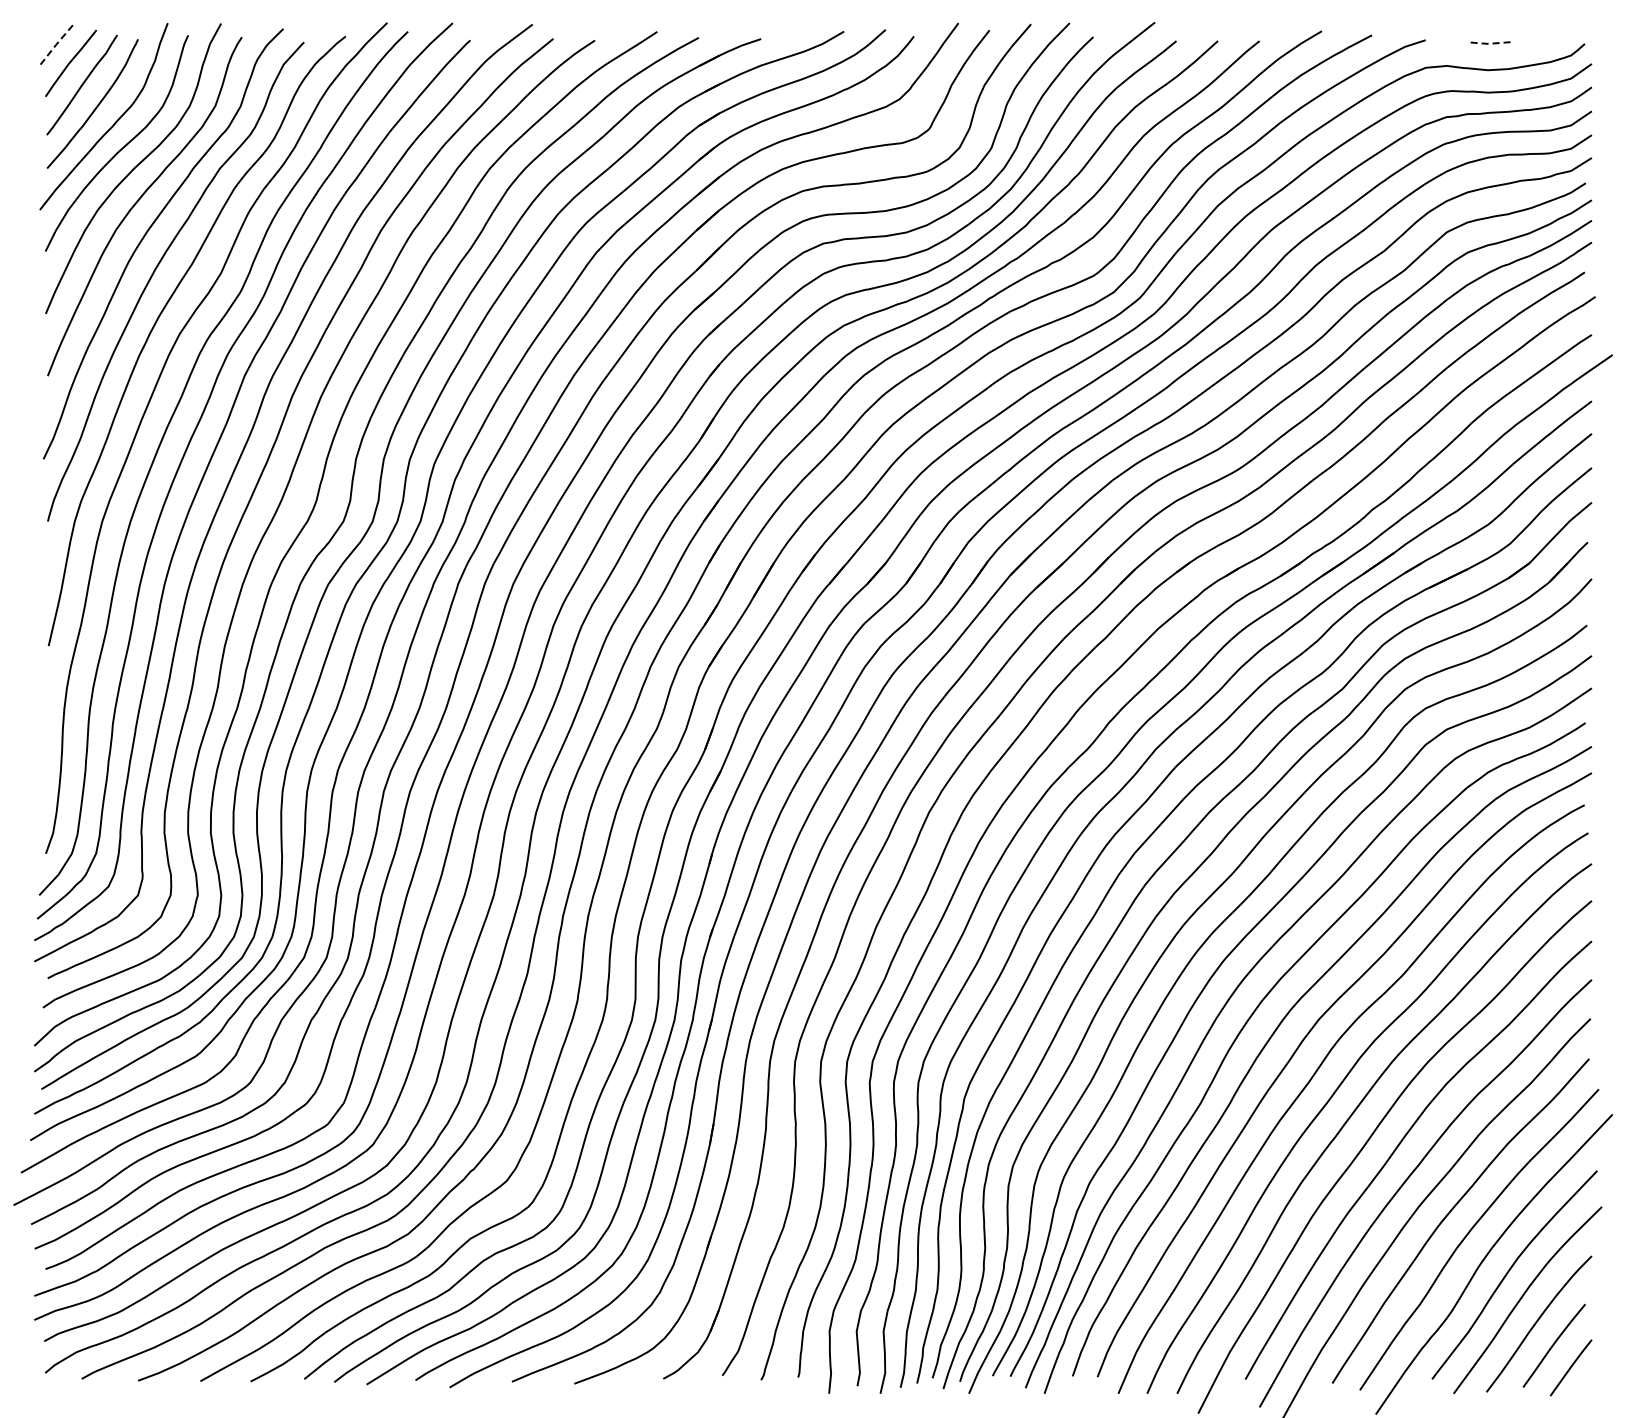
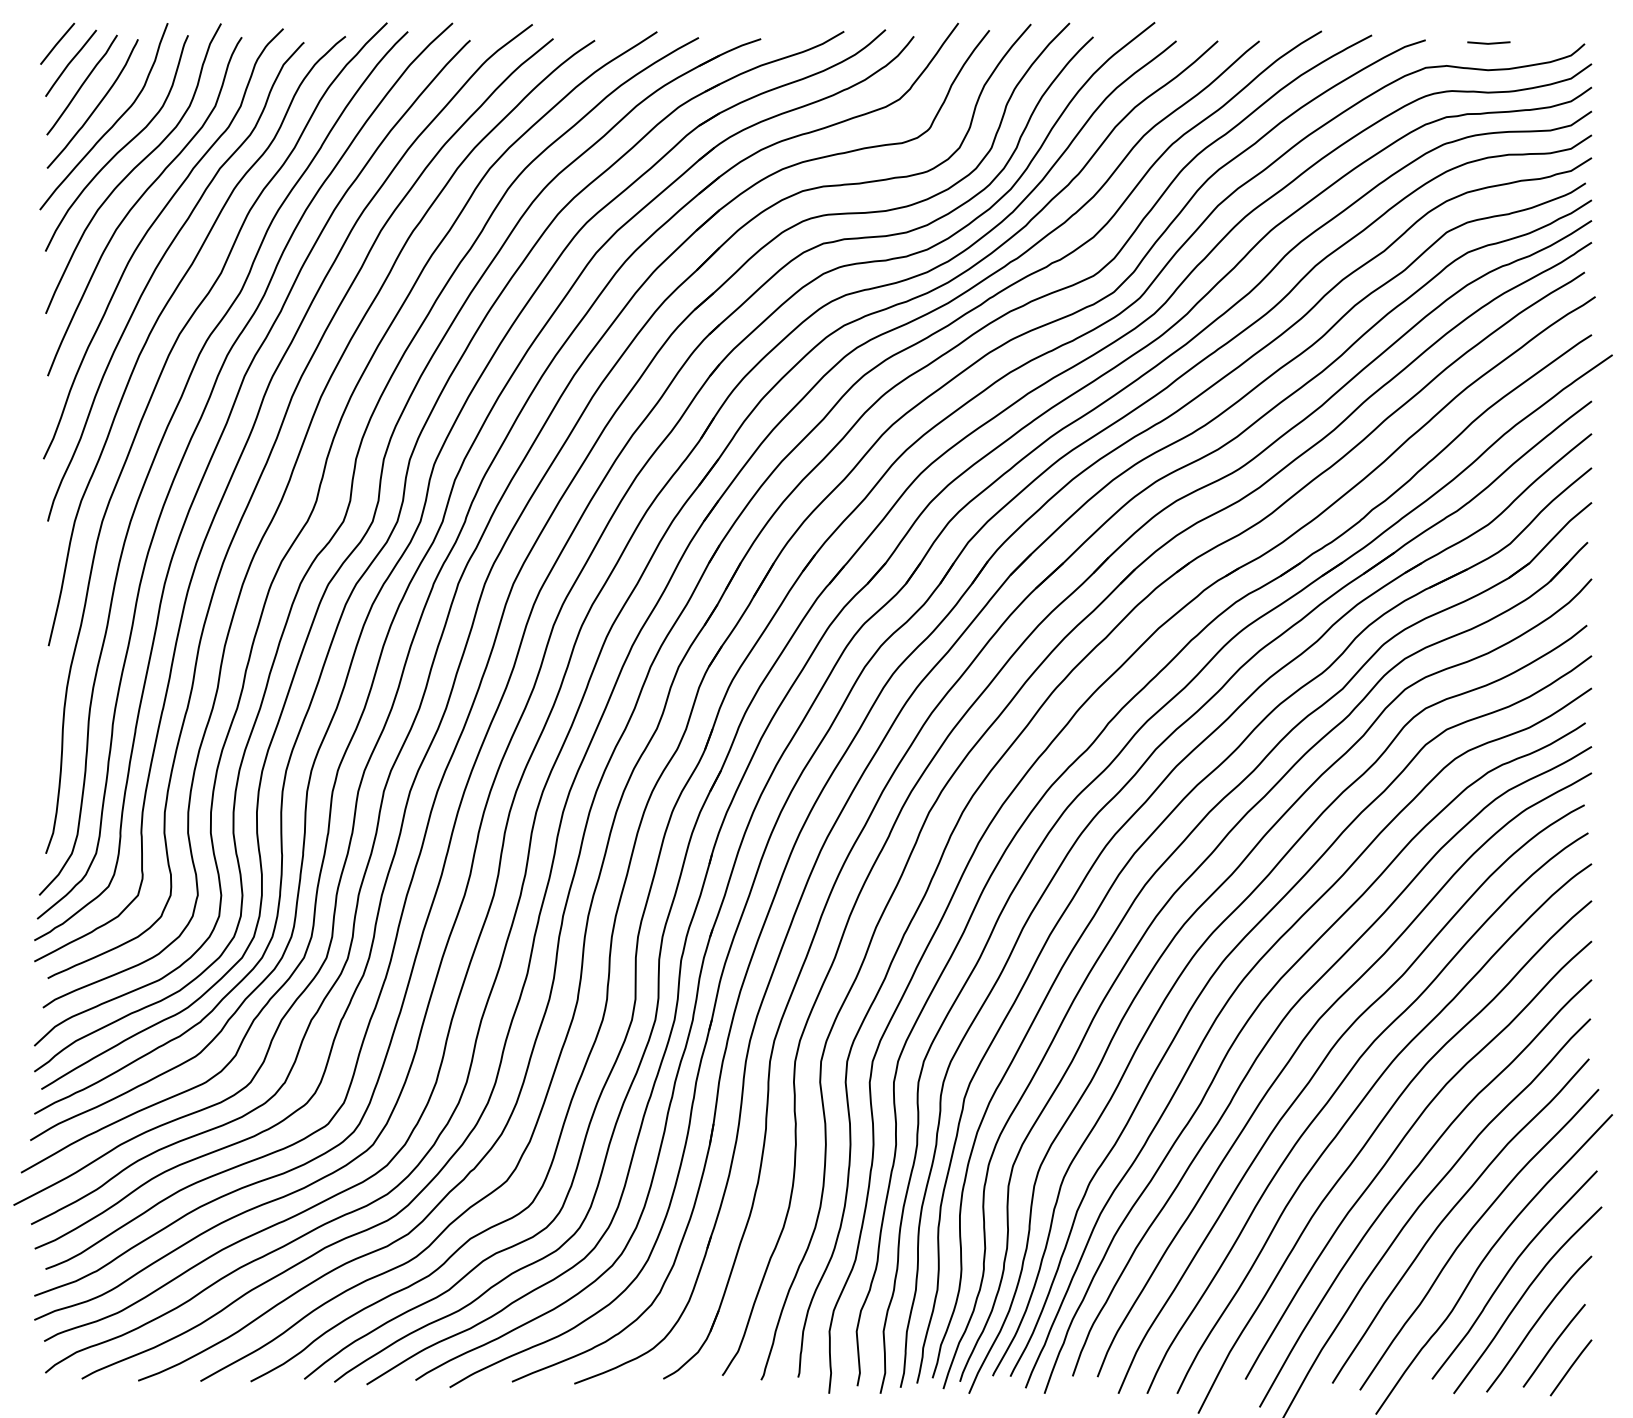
line at (1488, 43): dashed -> solid
line at (56, 44): dashed -> solid
